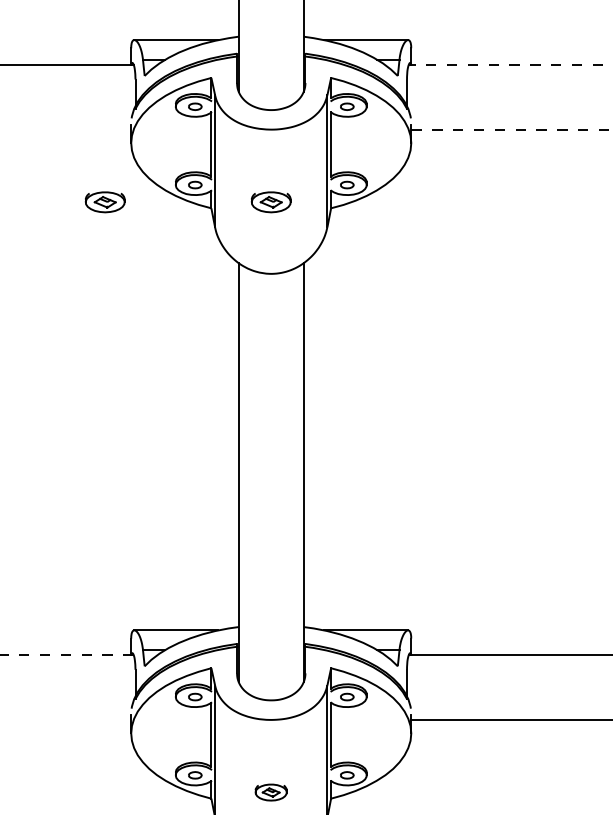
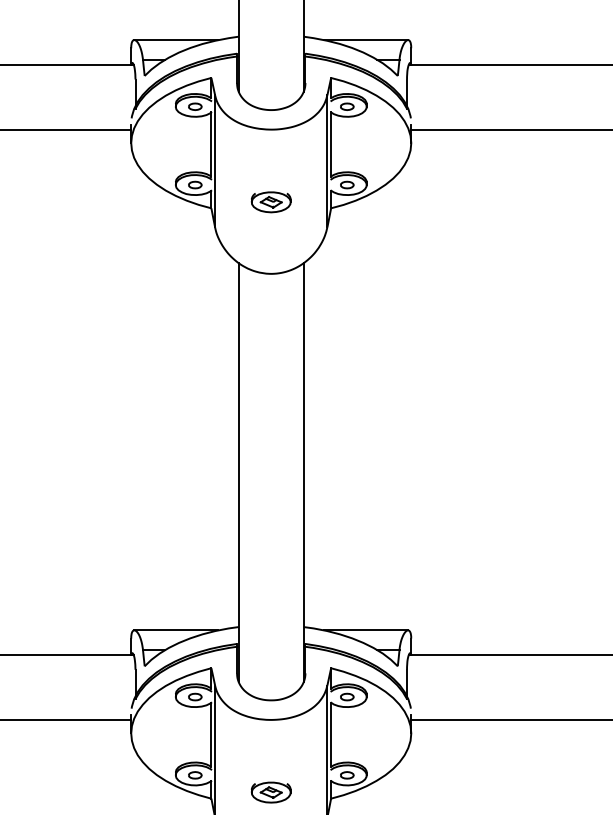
line at (510, 64): dashed -> solid
line at (66, 129): none -> present
line at (512, 129): dashed -> solid
part at (104, 202): present -> none
line at (66, 654): dashed -> solid
line at (66, 719): none -> present
part at (270, 792) size: 34x19 px -> 42x23 px
